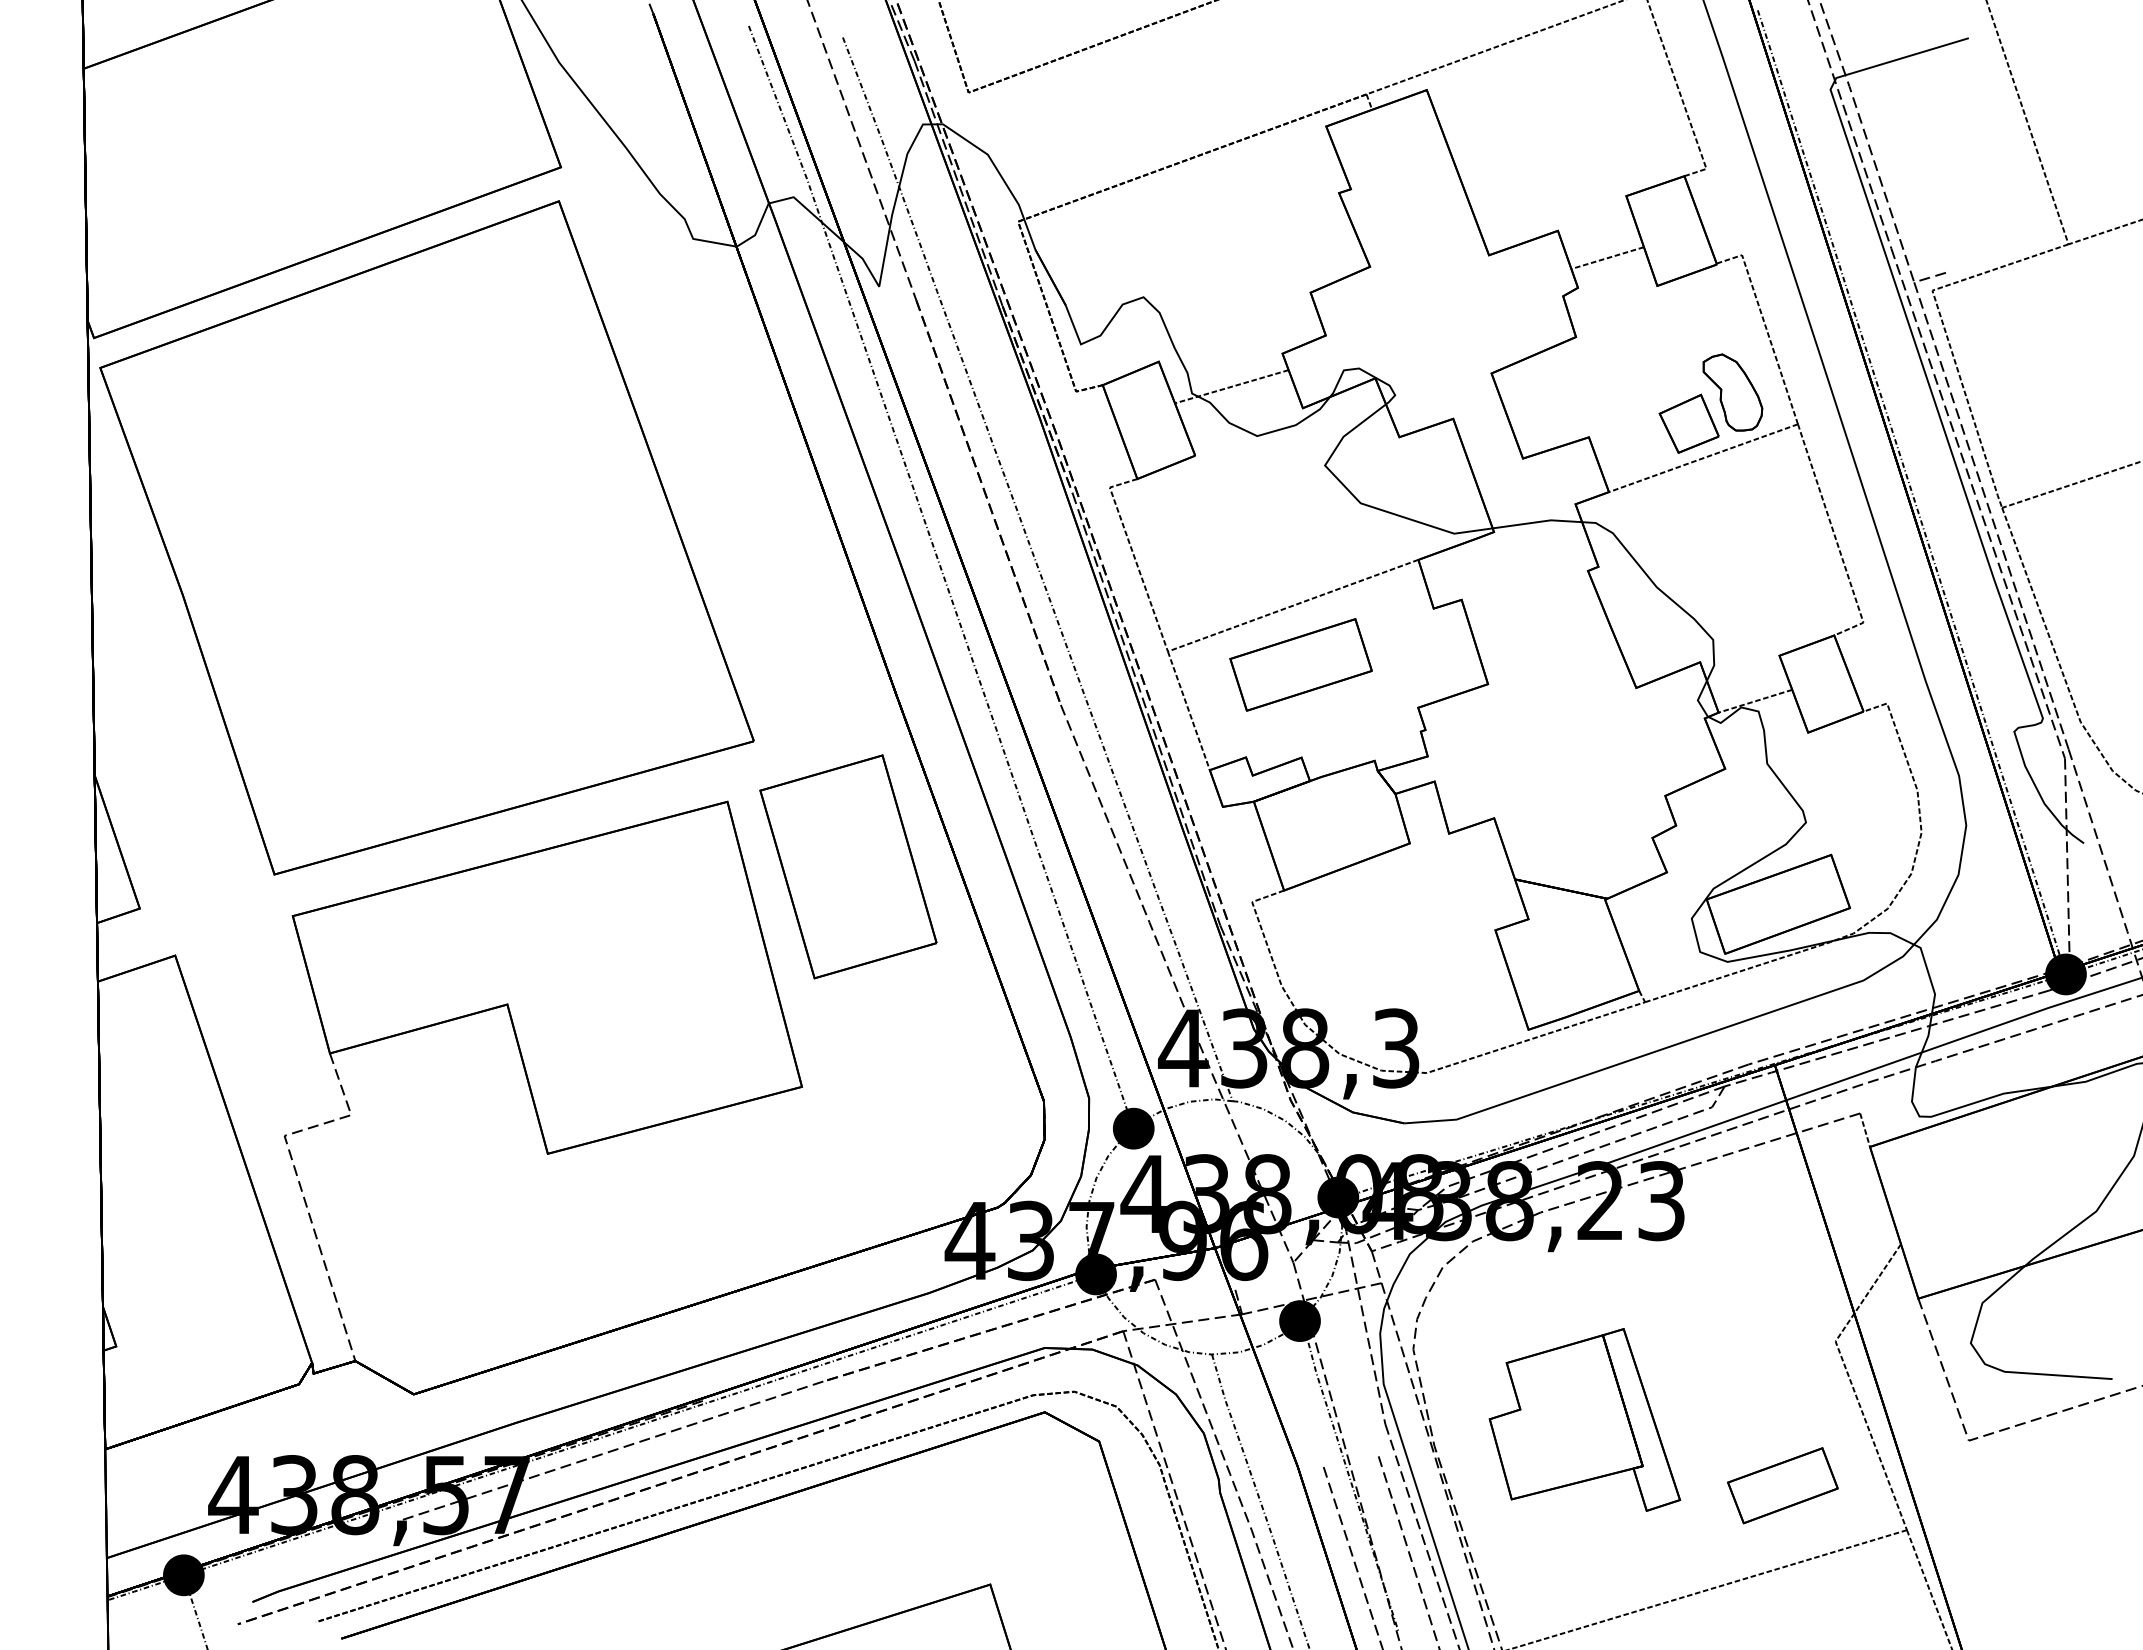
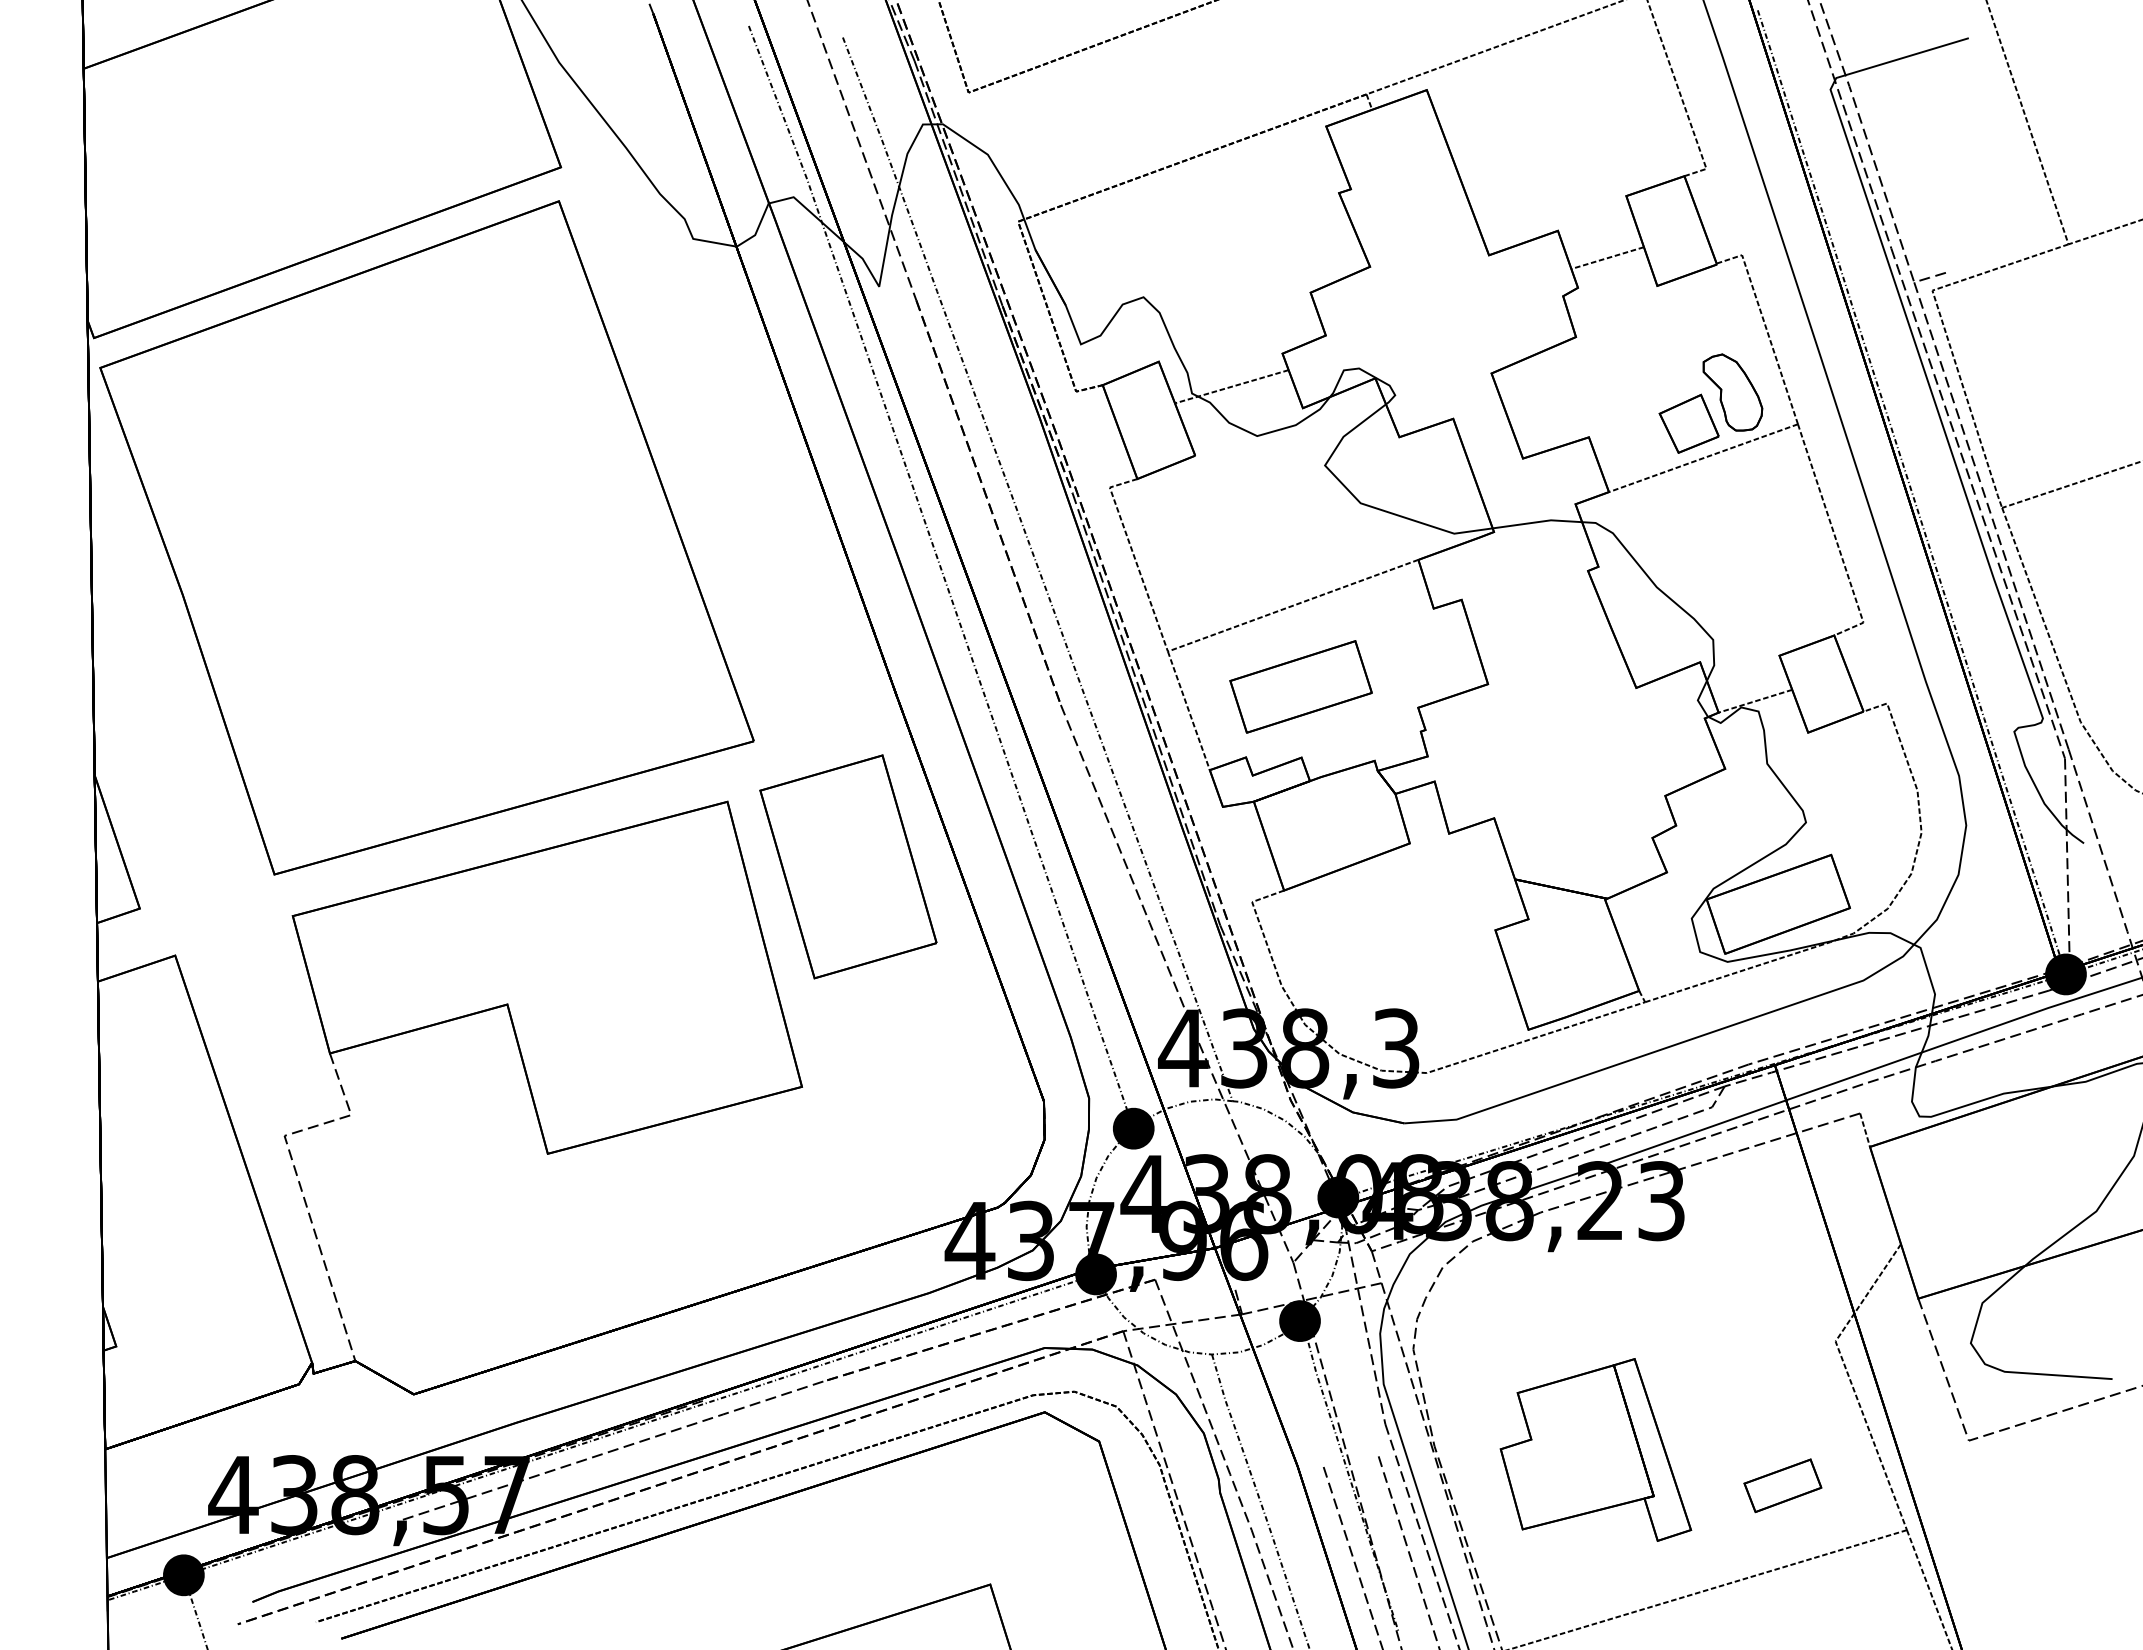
part at (1300, 664) position: (1300, 664) -> (1300, 686)
part at (1584, 1419) position: (1584, 1419) -> (1595, 1449)
part at (1782, 1485) size: 112x78 px -> 80x56 px
